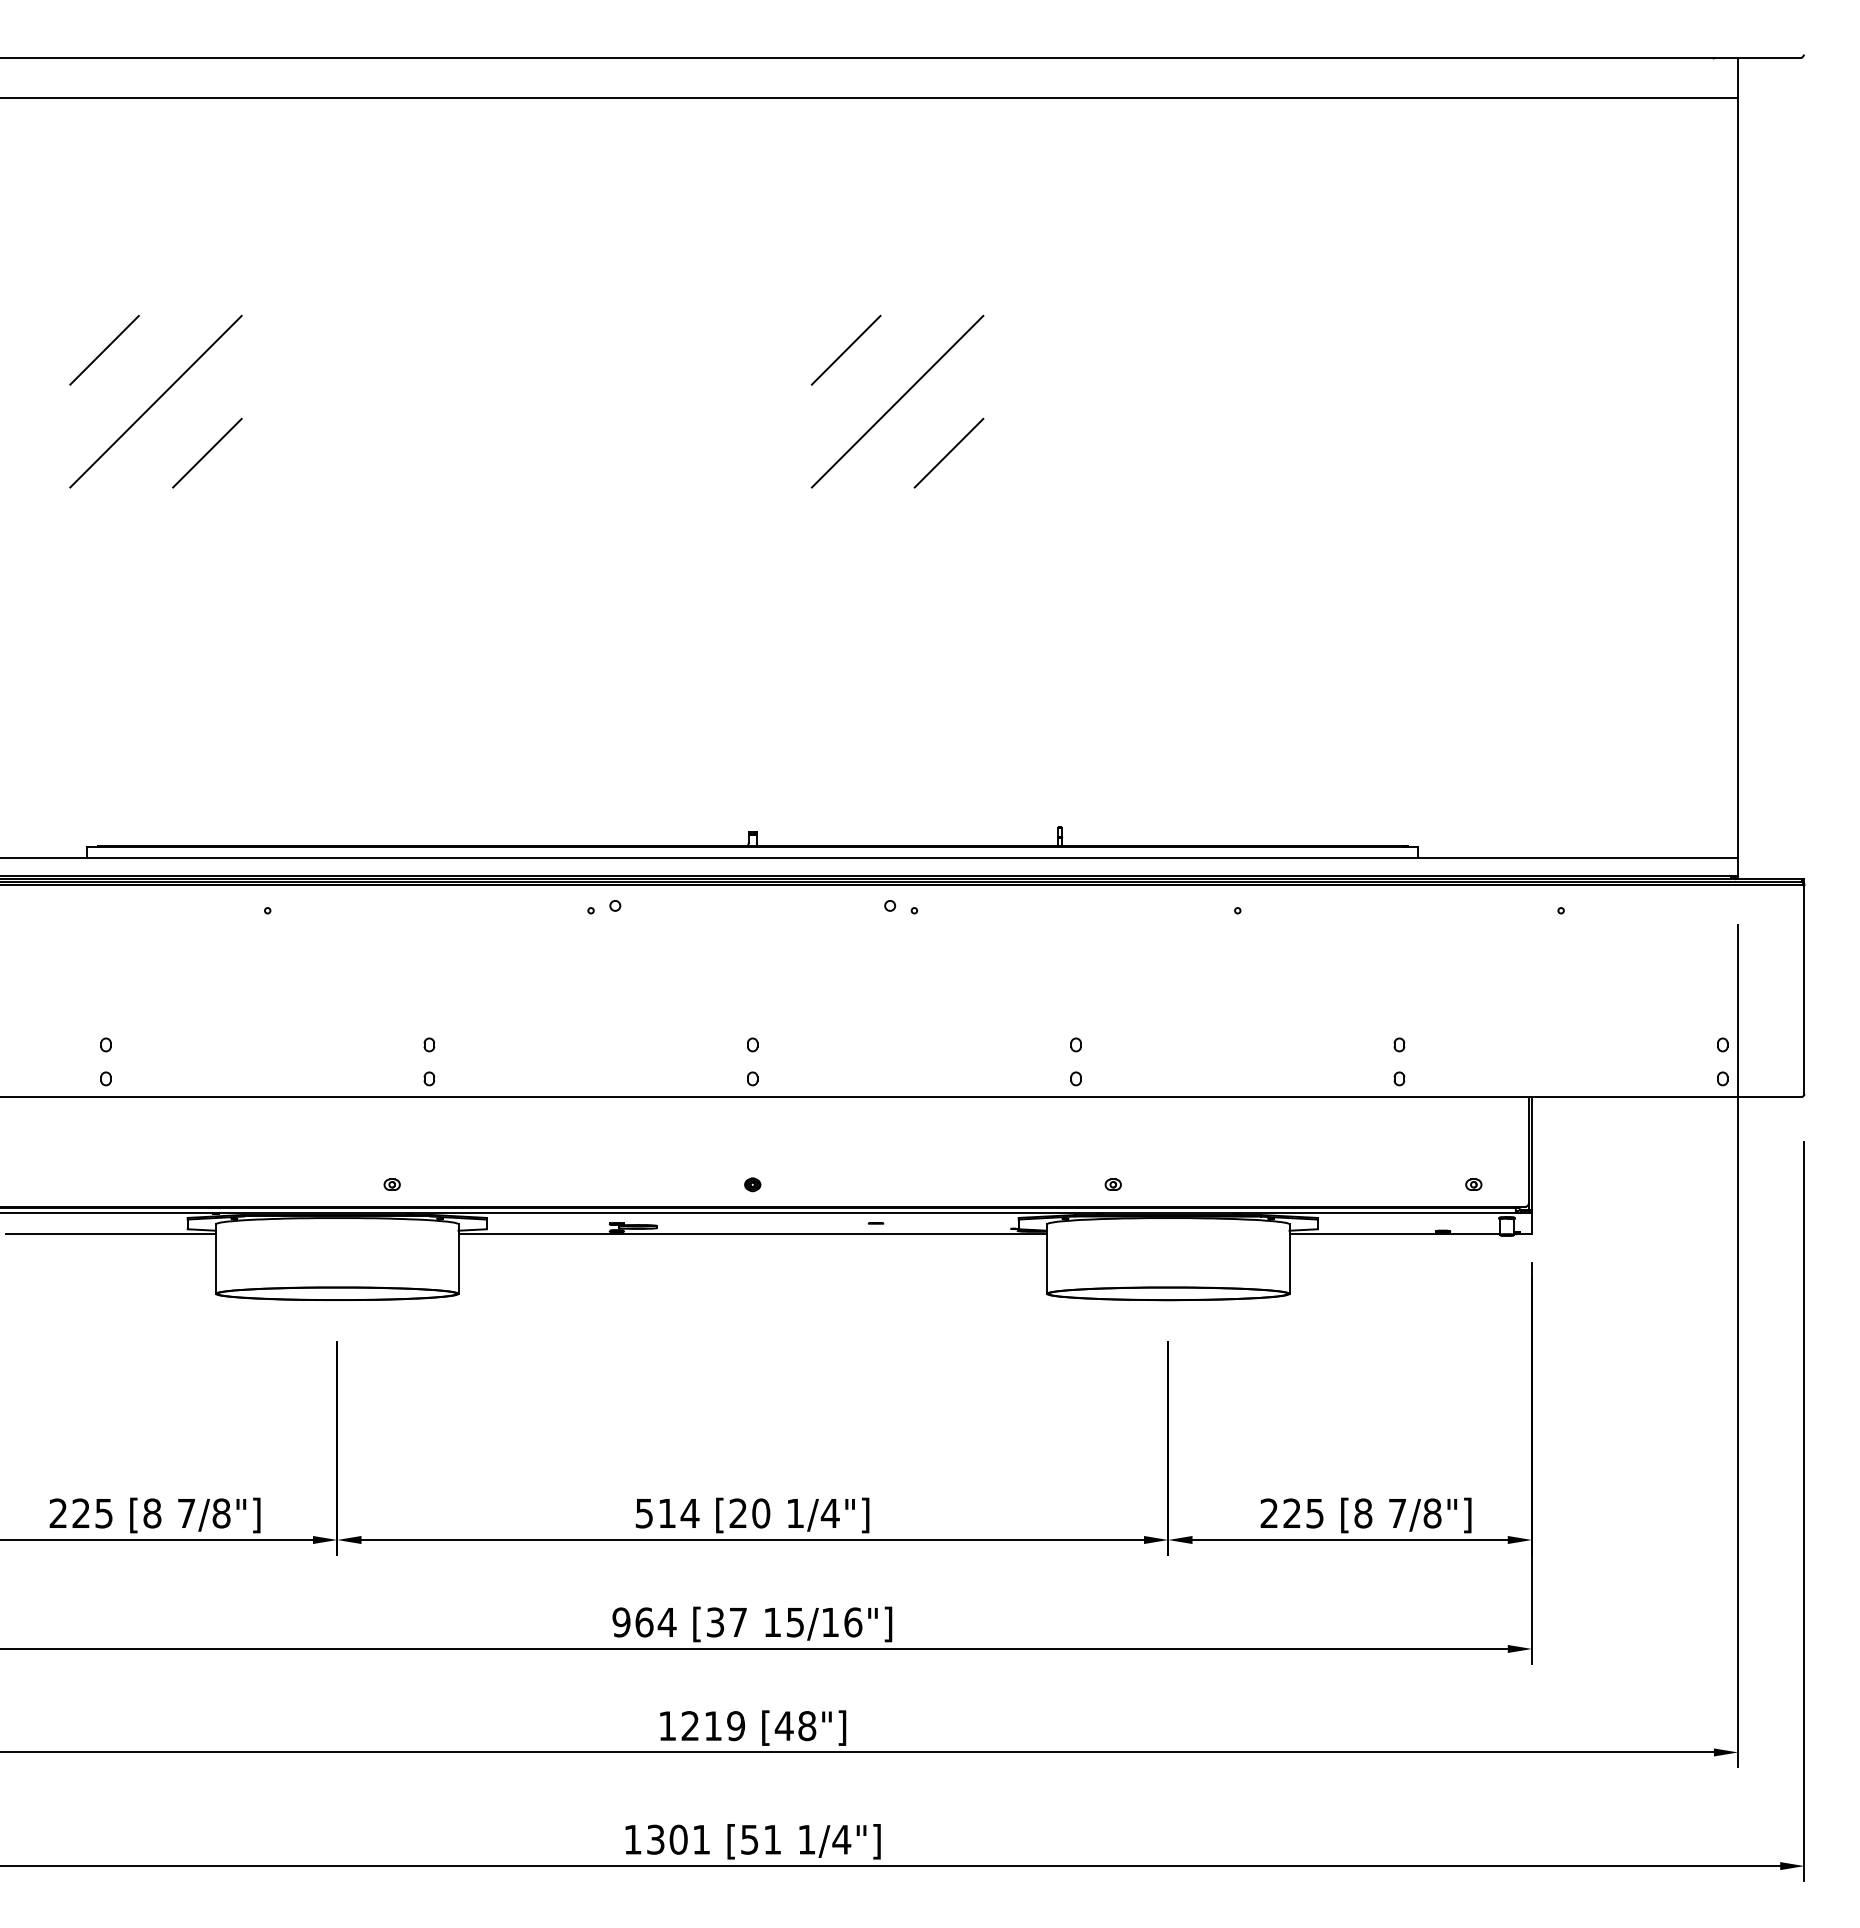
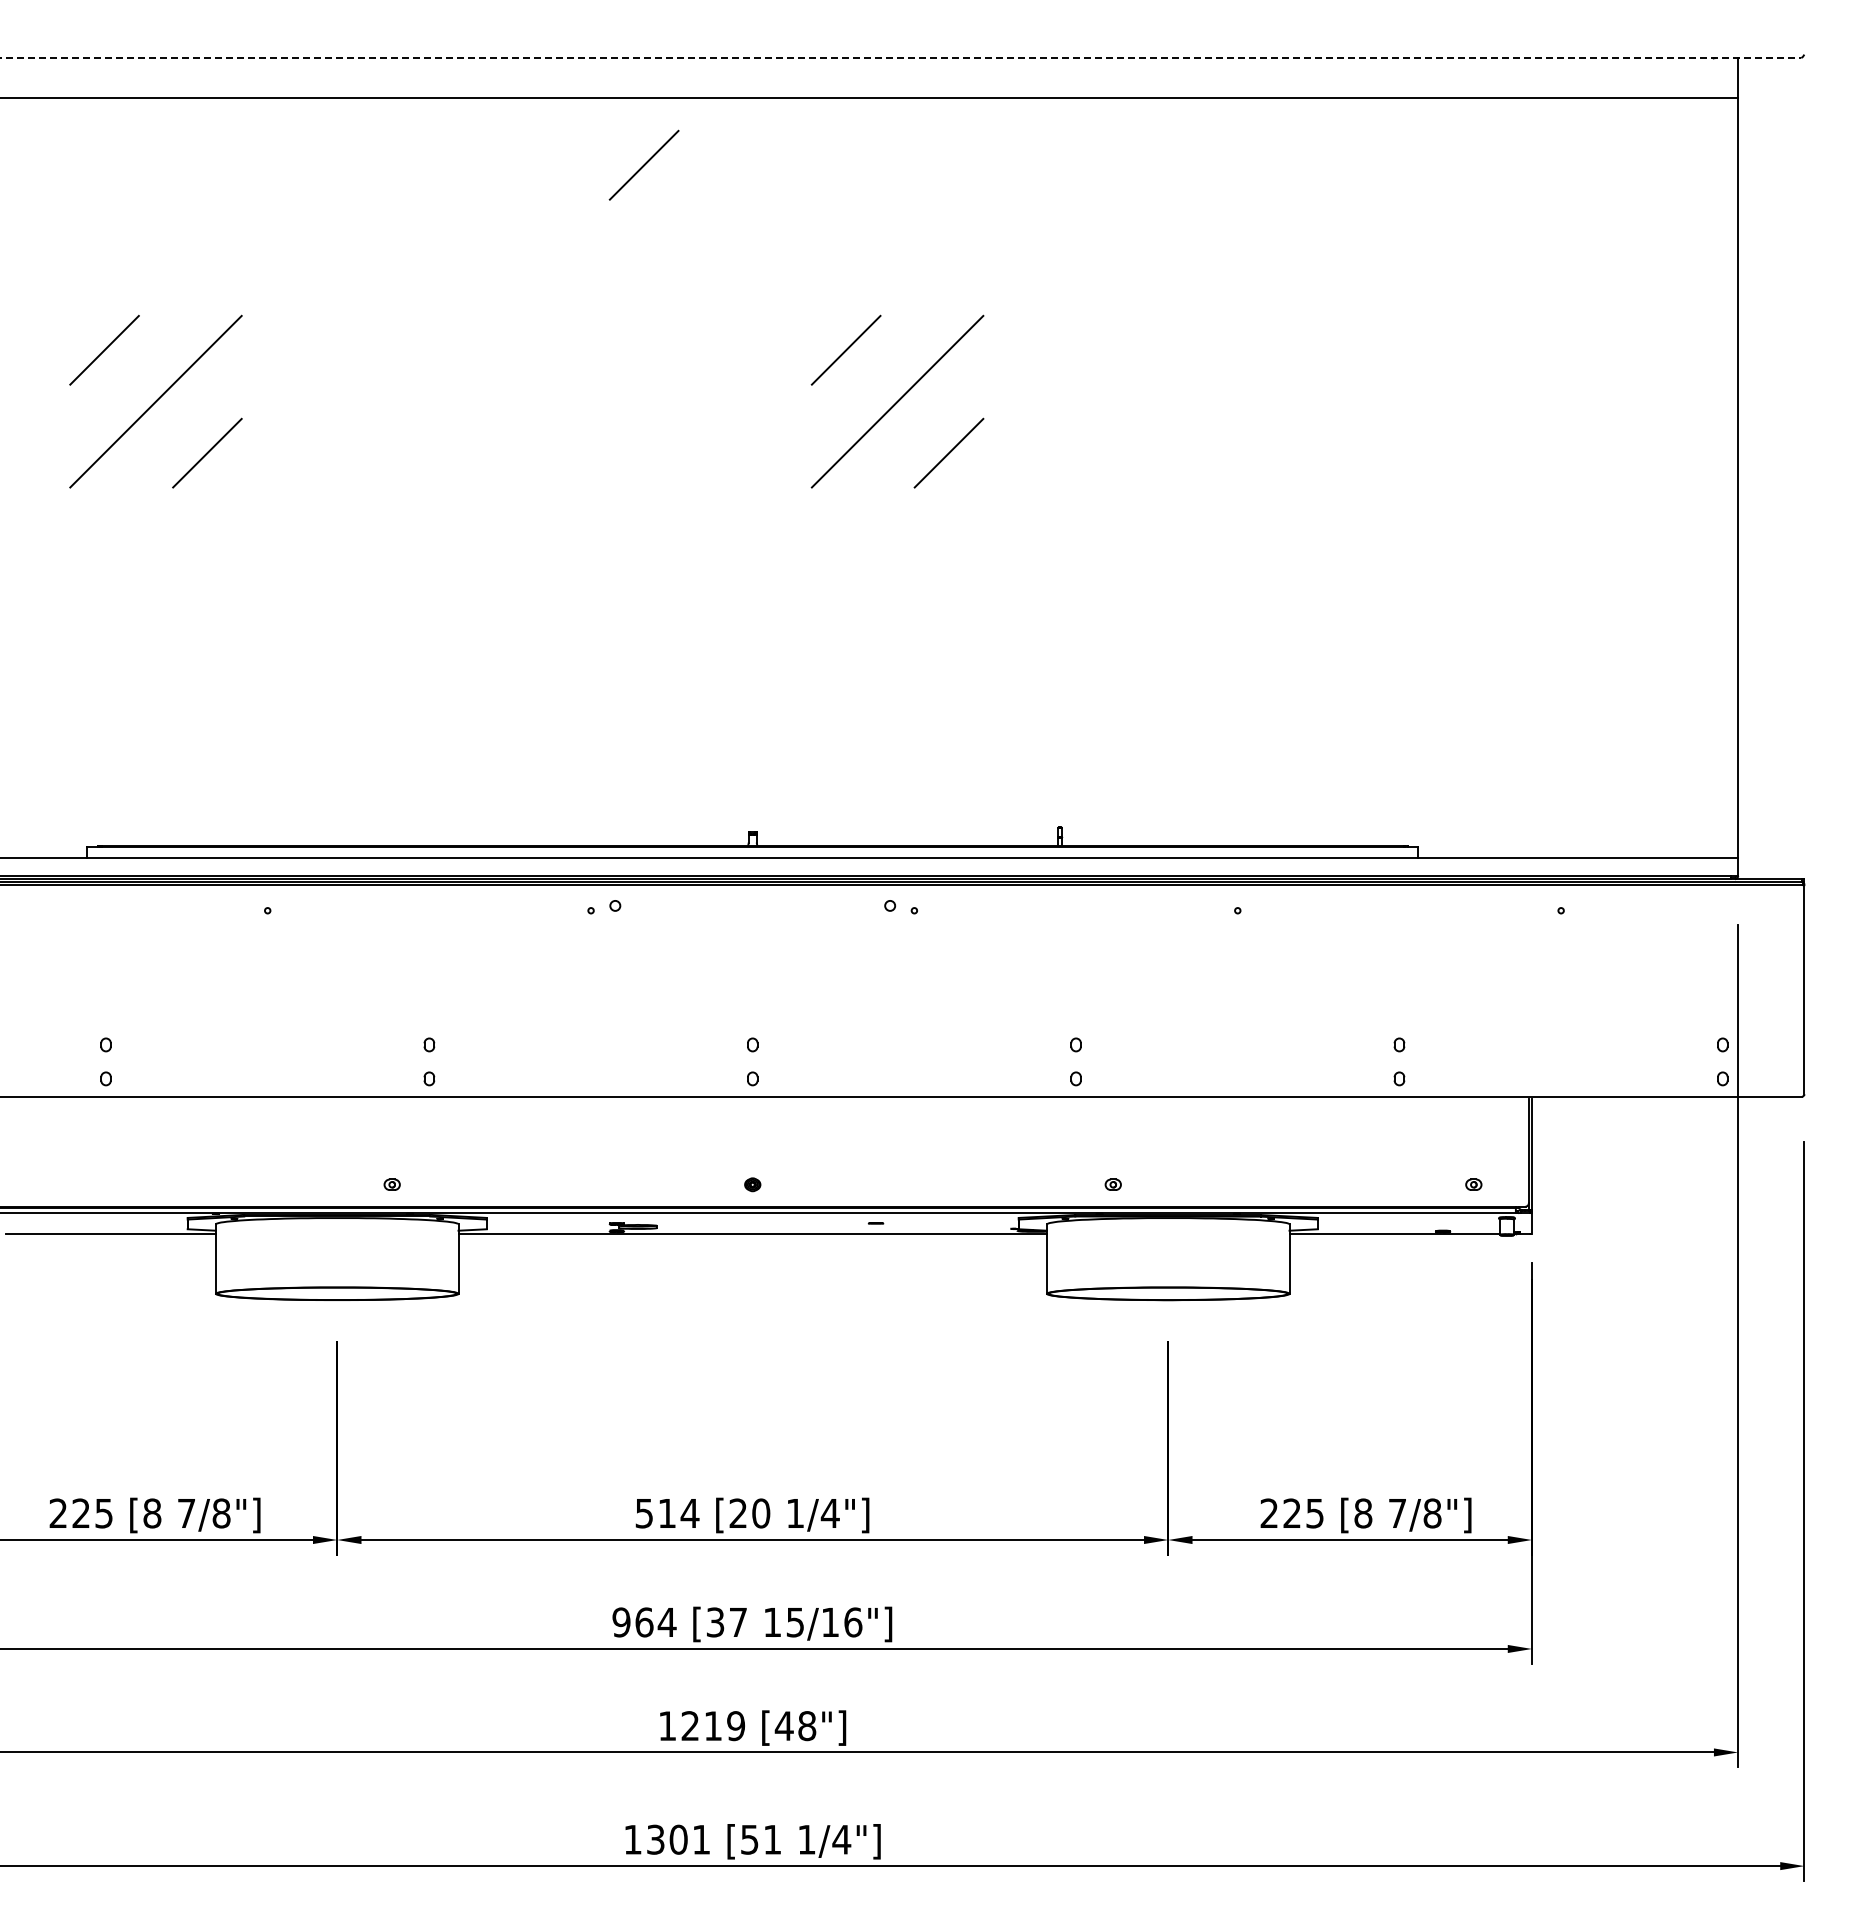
line at (901, 57): solid -> dashed
line at (643, 164): none -> present
